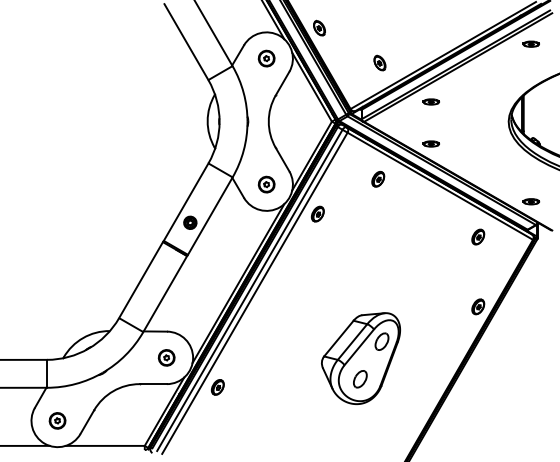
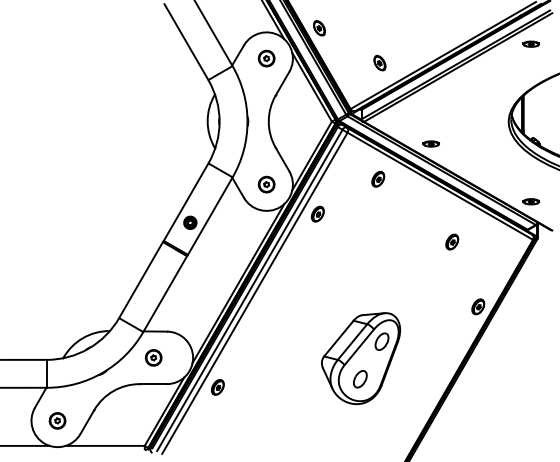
part at (430, 101): present -> none
part at (478, 236) position: (478, 236) -> (452, 241)
part at (166, 357) position: (166, 357) -> (153, 357)
